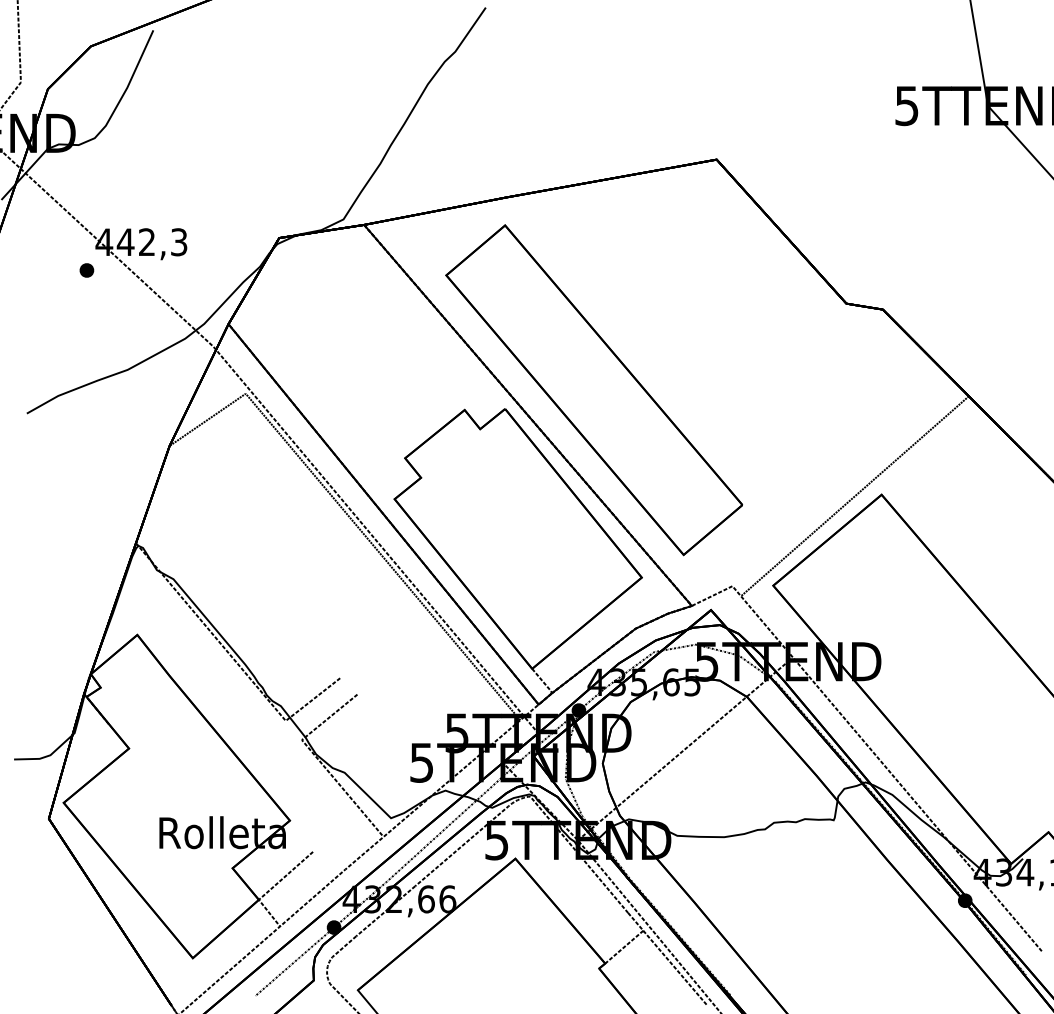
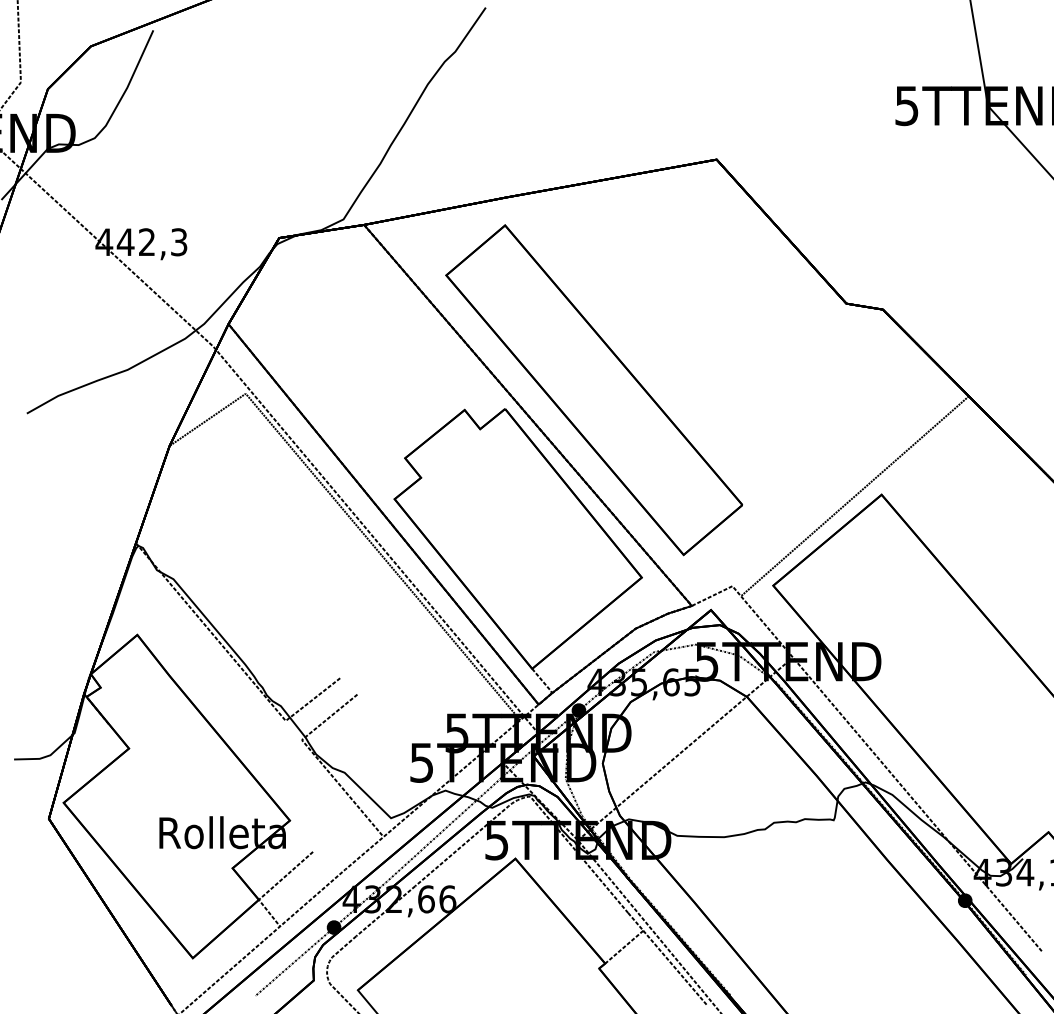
part at (86, 270): present -> none
